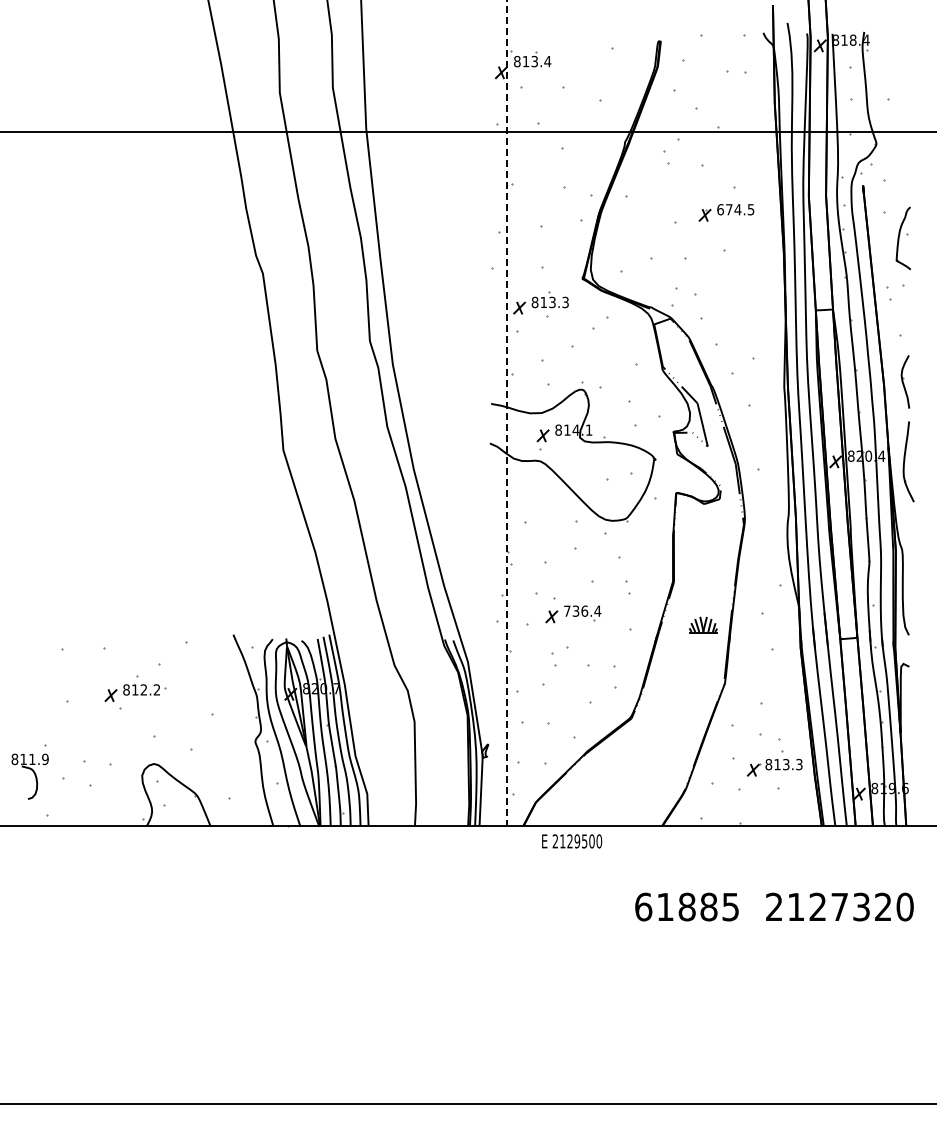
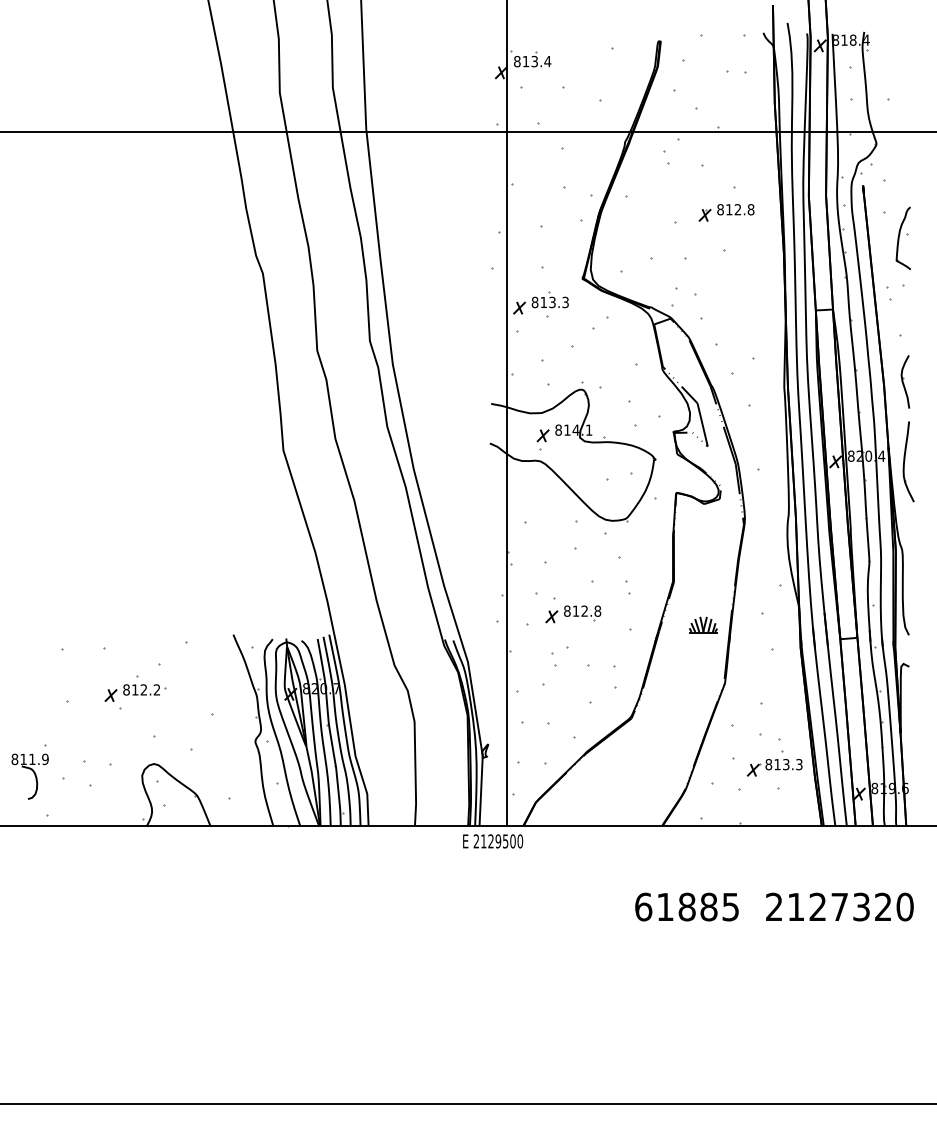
text at (735, 209): 674.5 -> 812.8
line at (507, 413): dashed -> solid
text at (582, 610): 736.4 -> 812.8
text at (572, 841) position: (572, 841) -> (493, 841)
